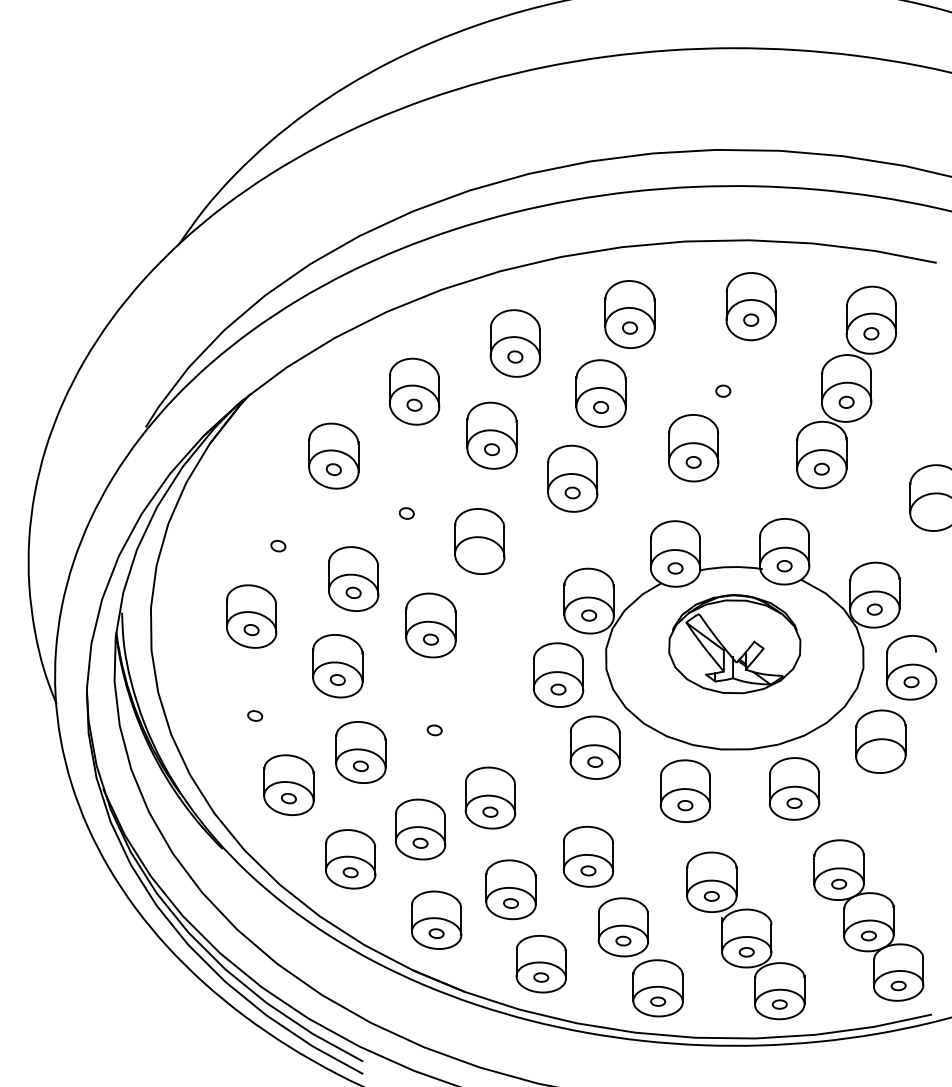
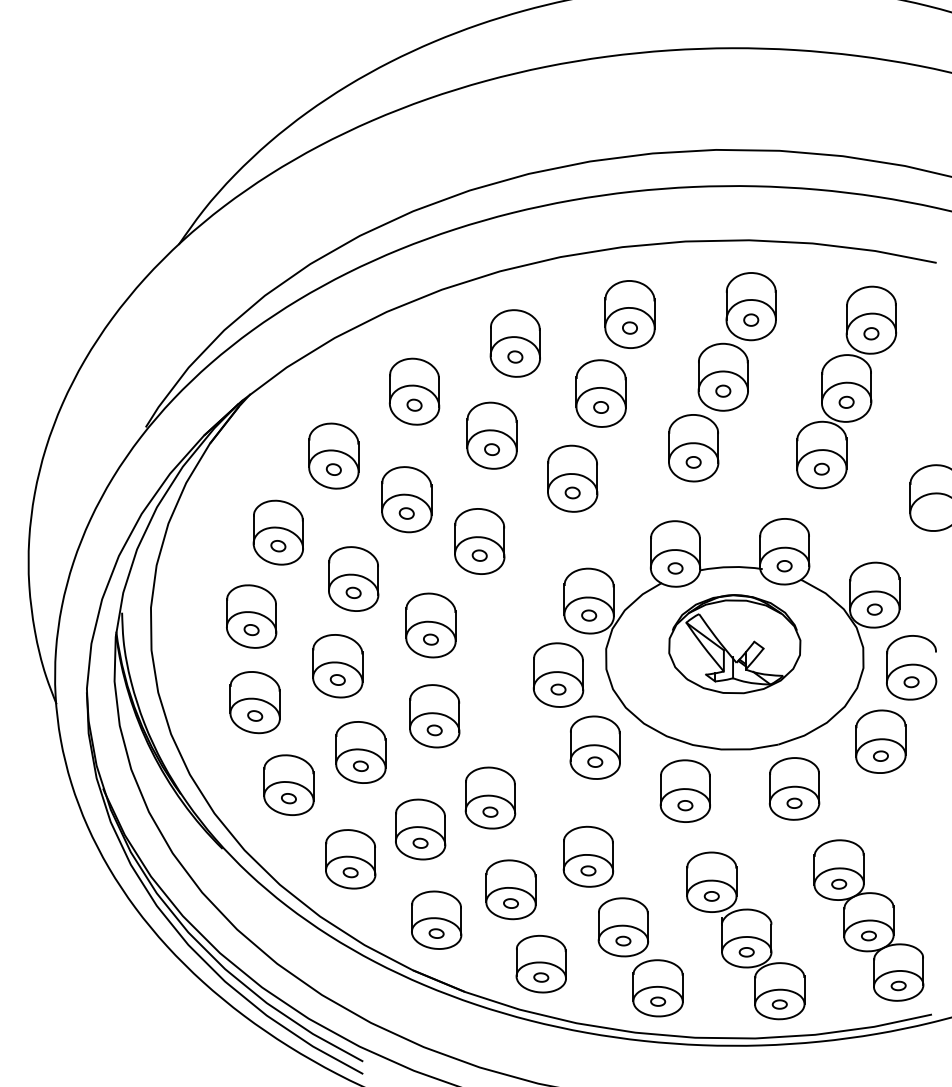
part at (722, 376): none -> present
part at (406, 499): none -> present
part at (277, 532): none -> present
part at (479, 555): none -> present
part at (254, 702): none -> present
part at (434, 716): none -> present
part at (880, 755): none -> present
